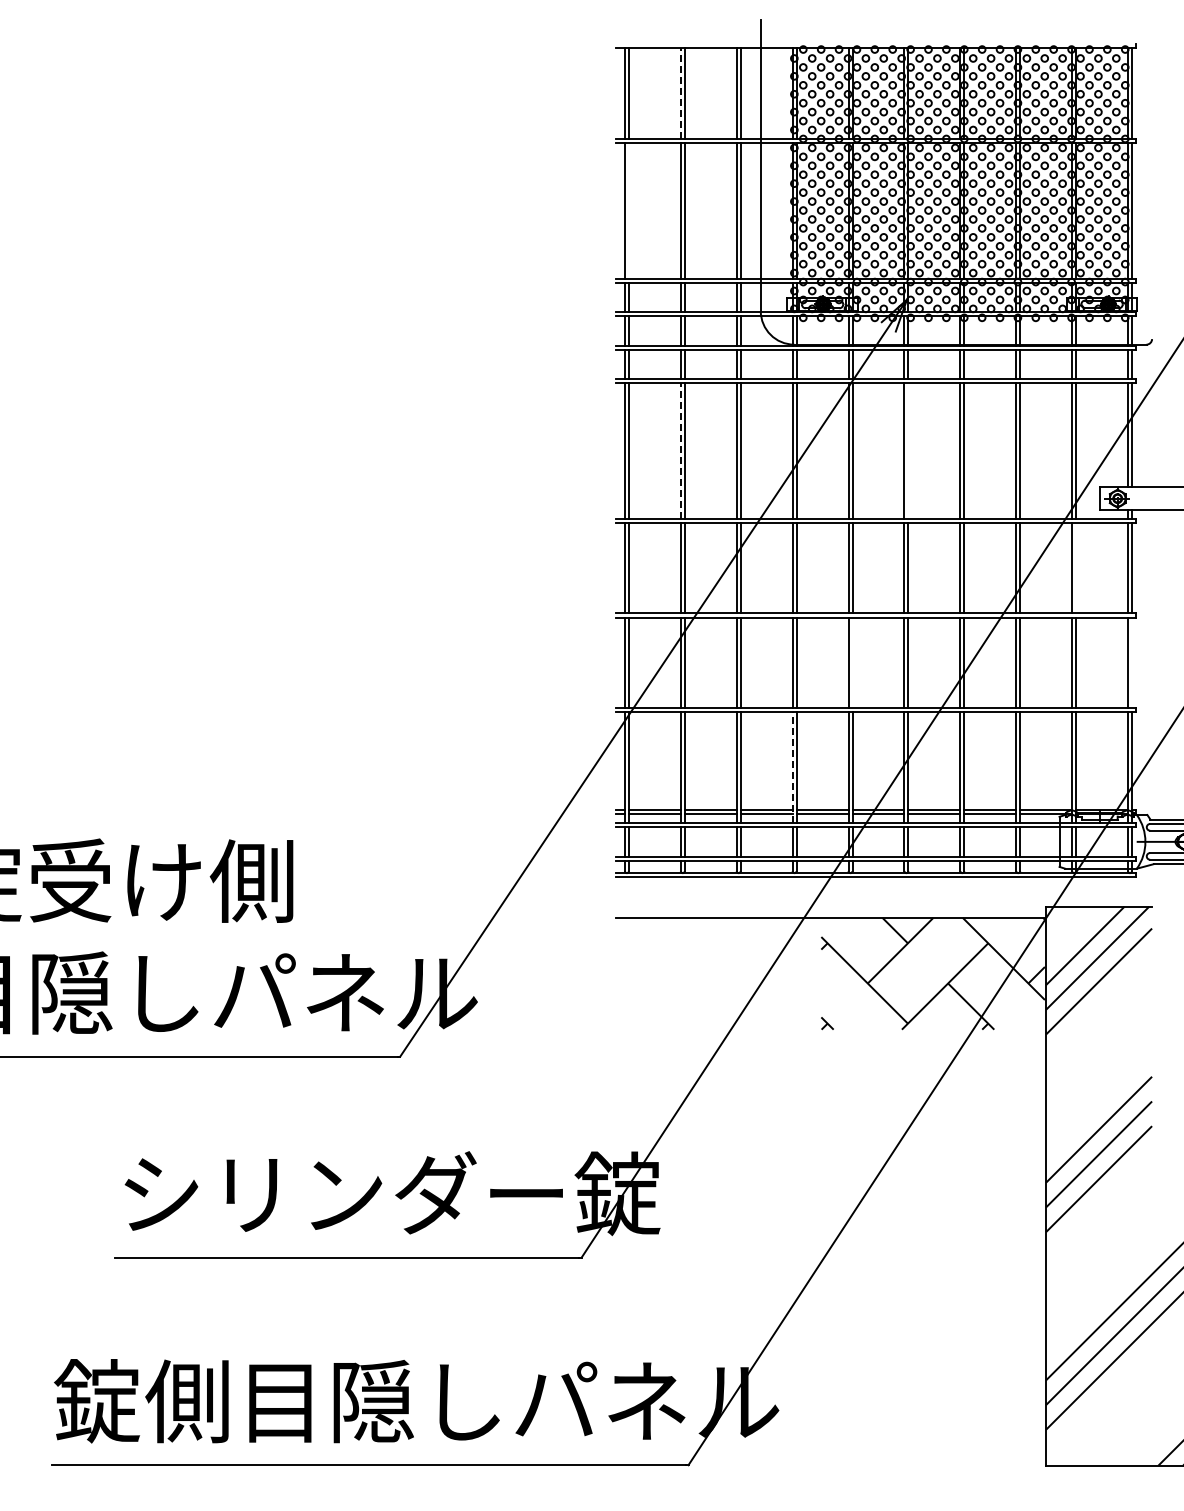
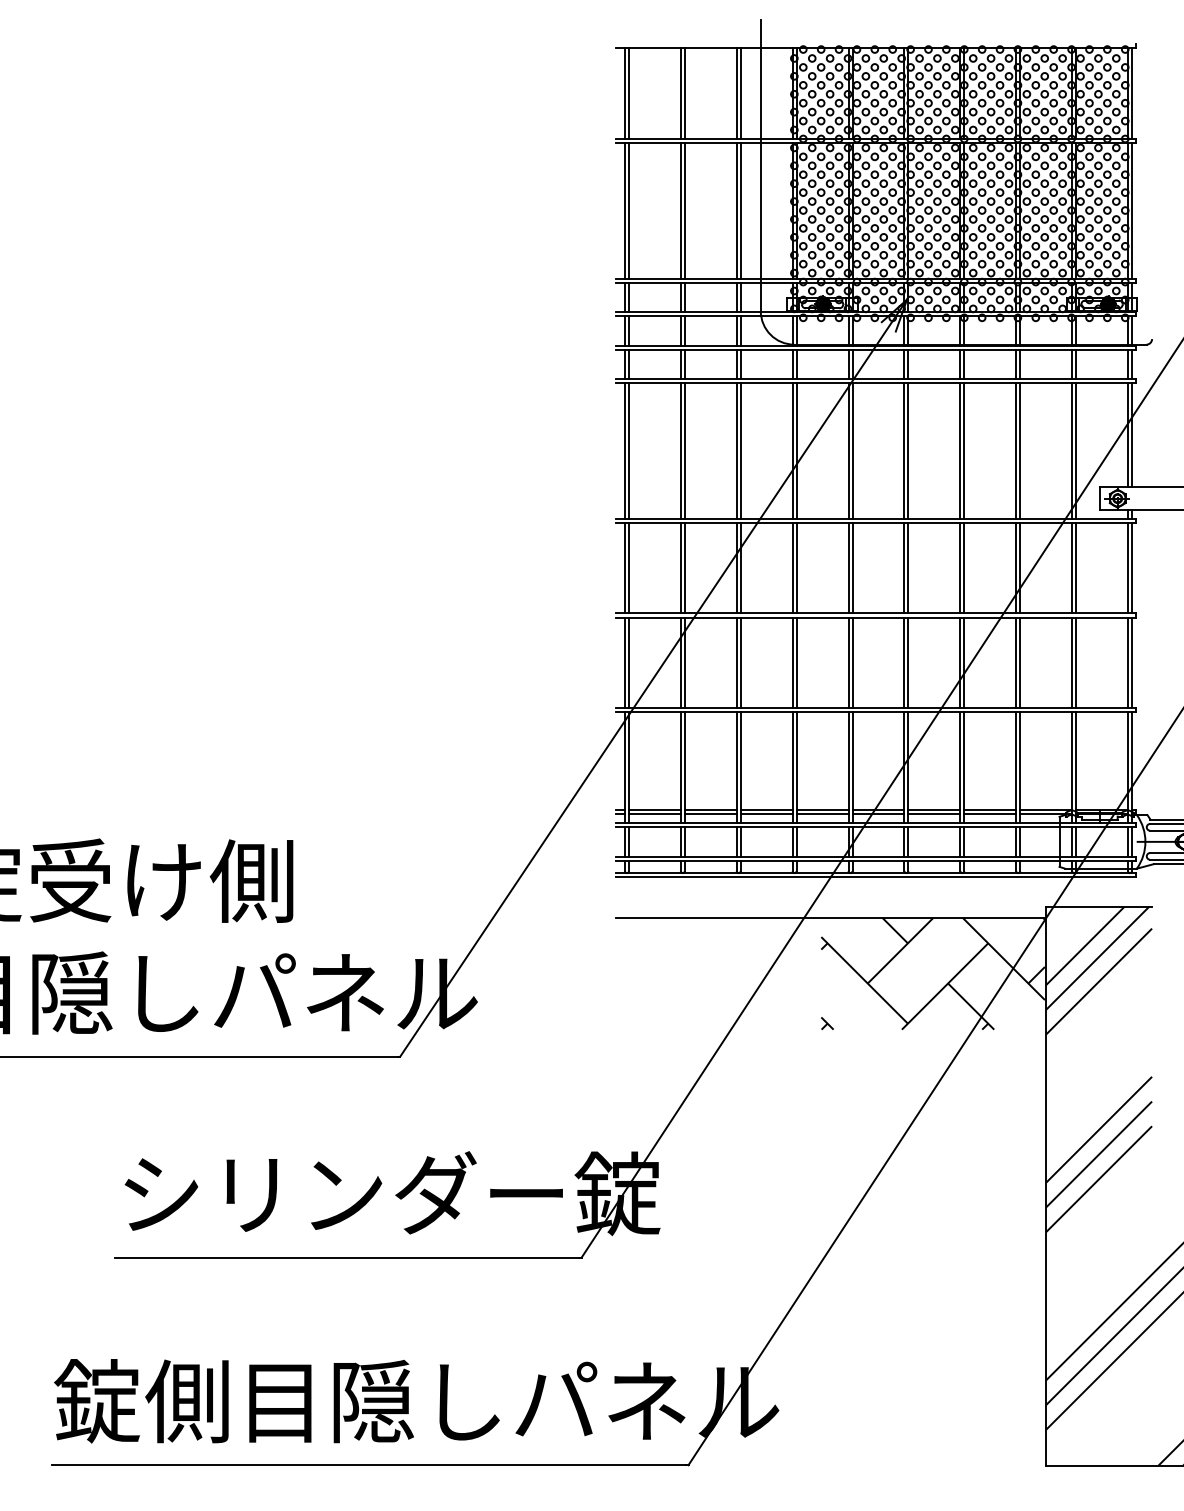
line at (680, 93): dashed -> solid
line at (628, 210): none -> present
line at (680, 451): dashed -> solid
line at (908, 451): none -> present
line at (1076, 568): none -> present
line at (852, 662): none -> present
line at (1132, 662): none -> present
line at (792, 767): dashed -> solid
